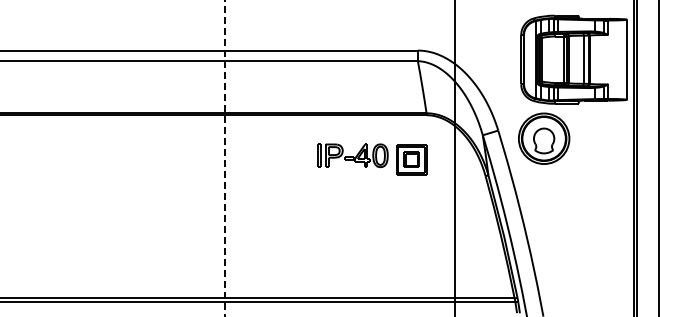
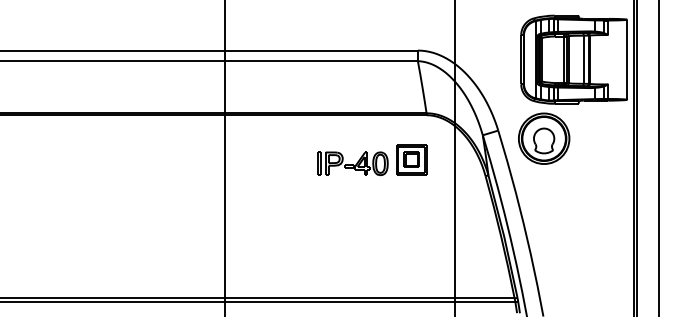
part at (352, 155) position: (352, 155) -> (352, 163)
line at (225, 158): dashed -> solid
